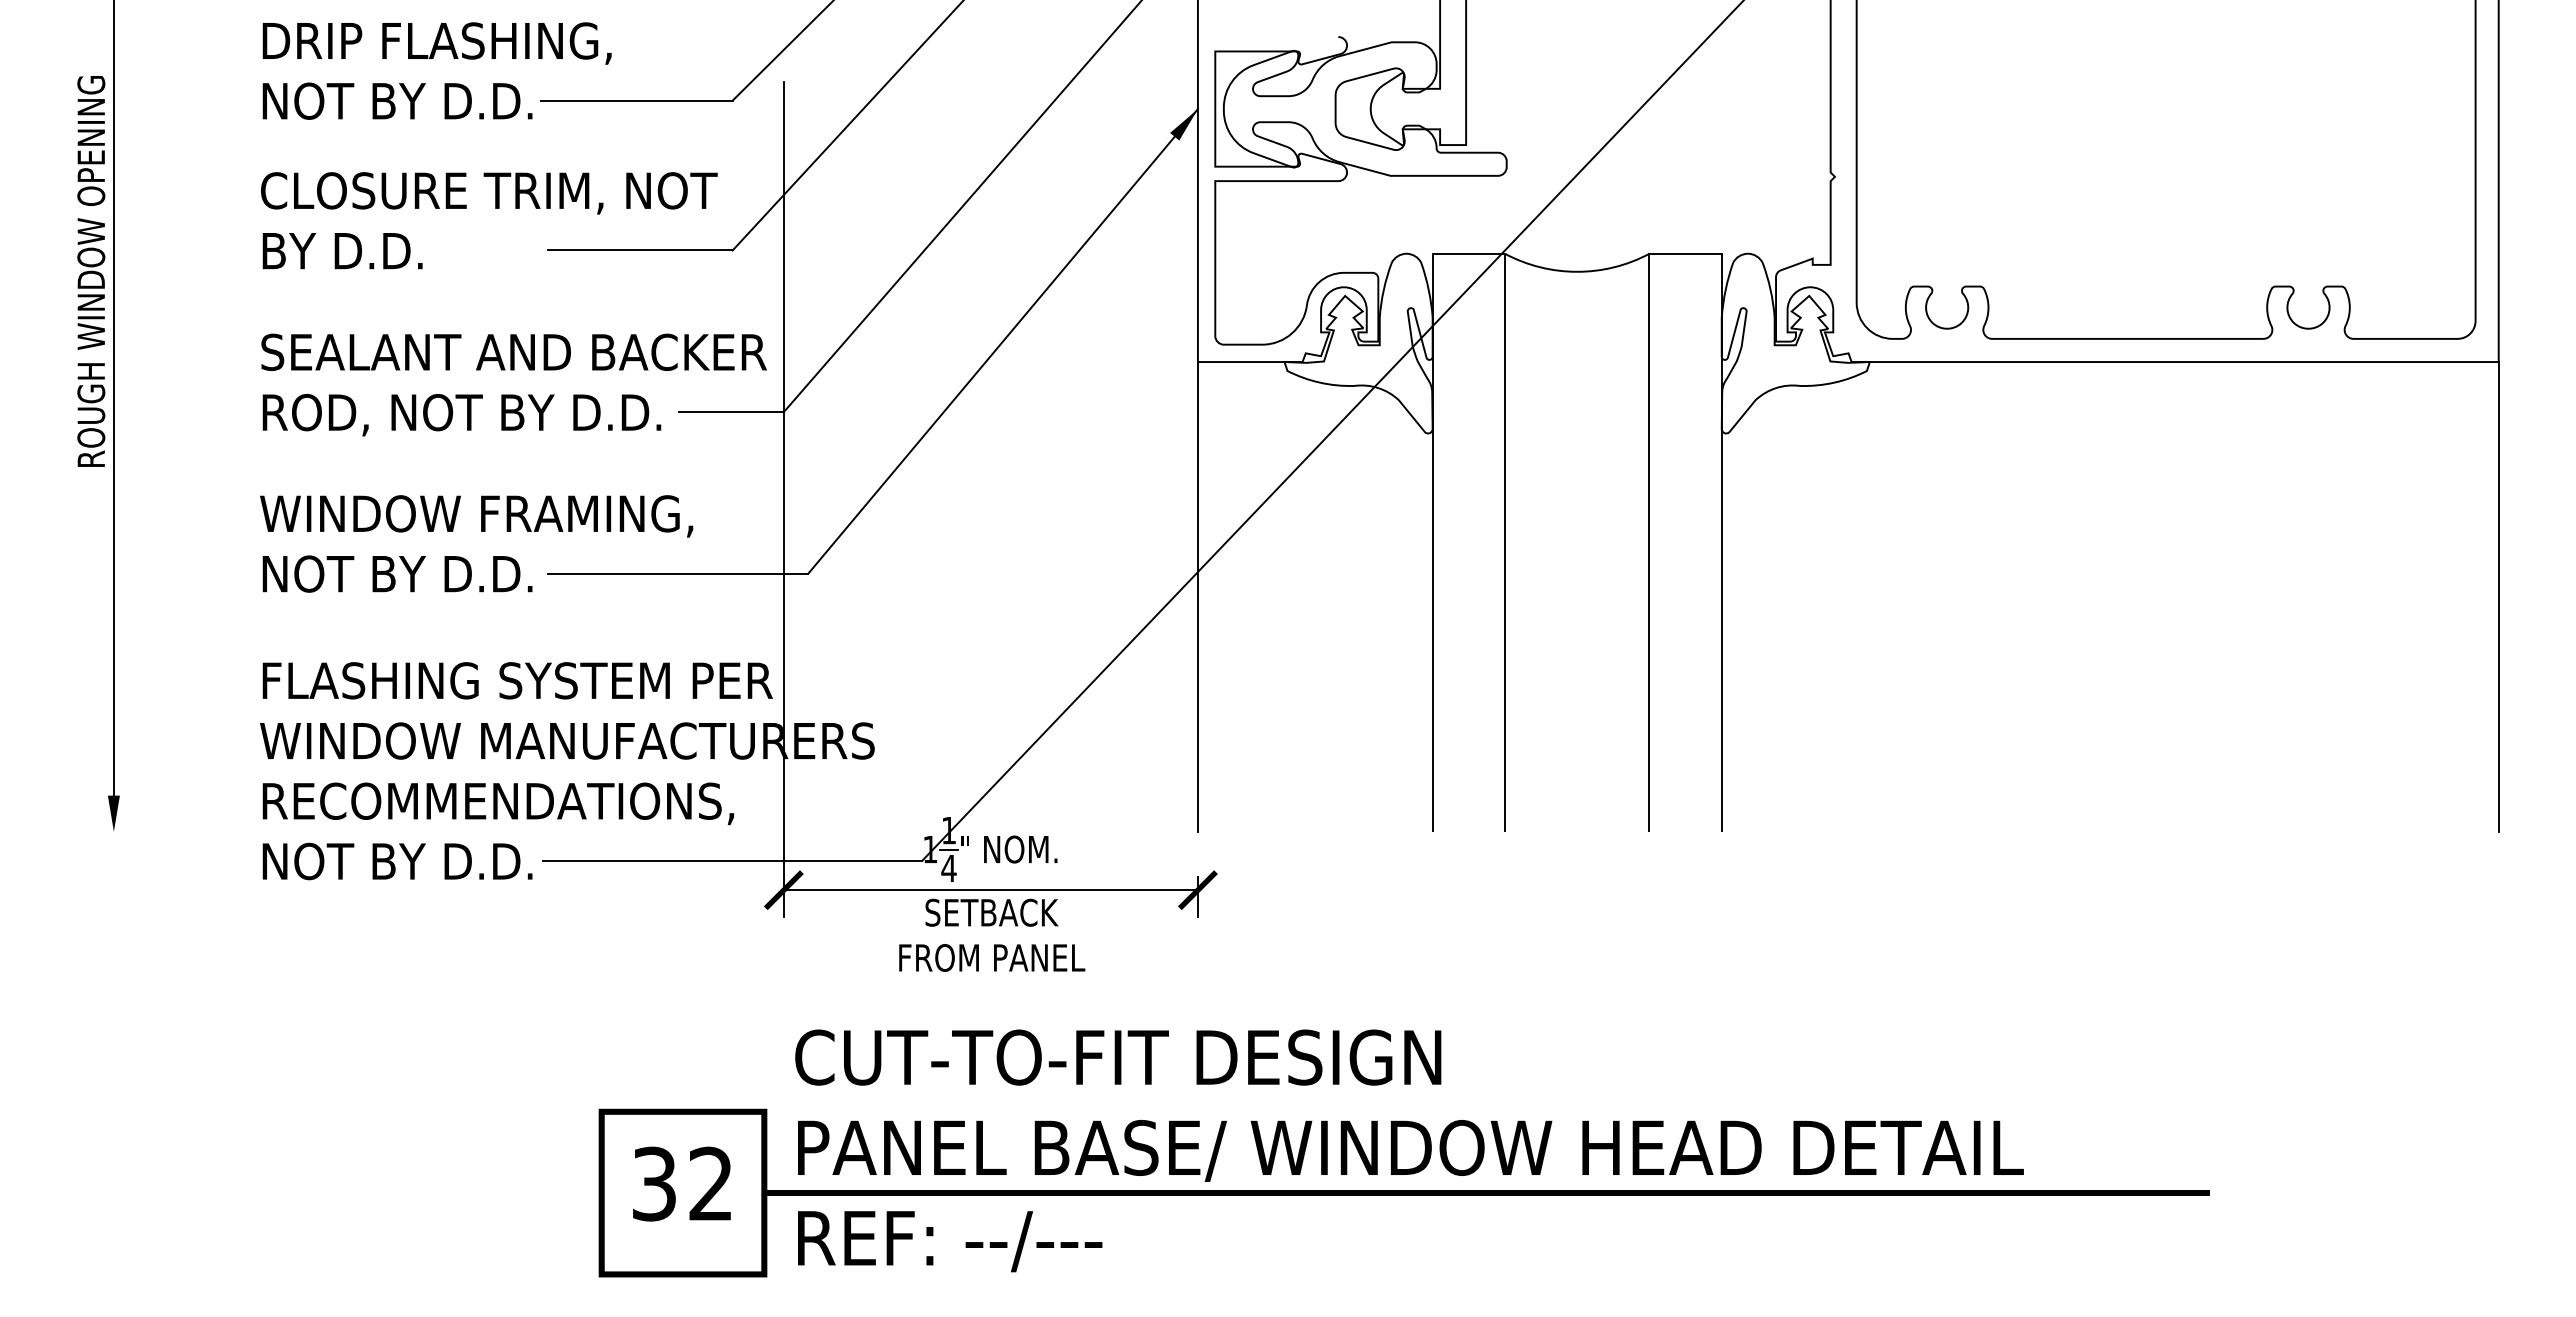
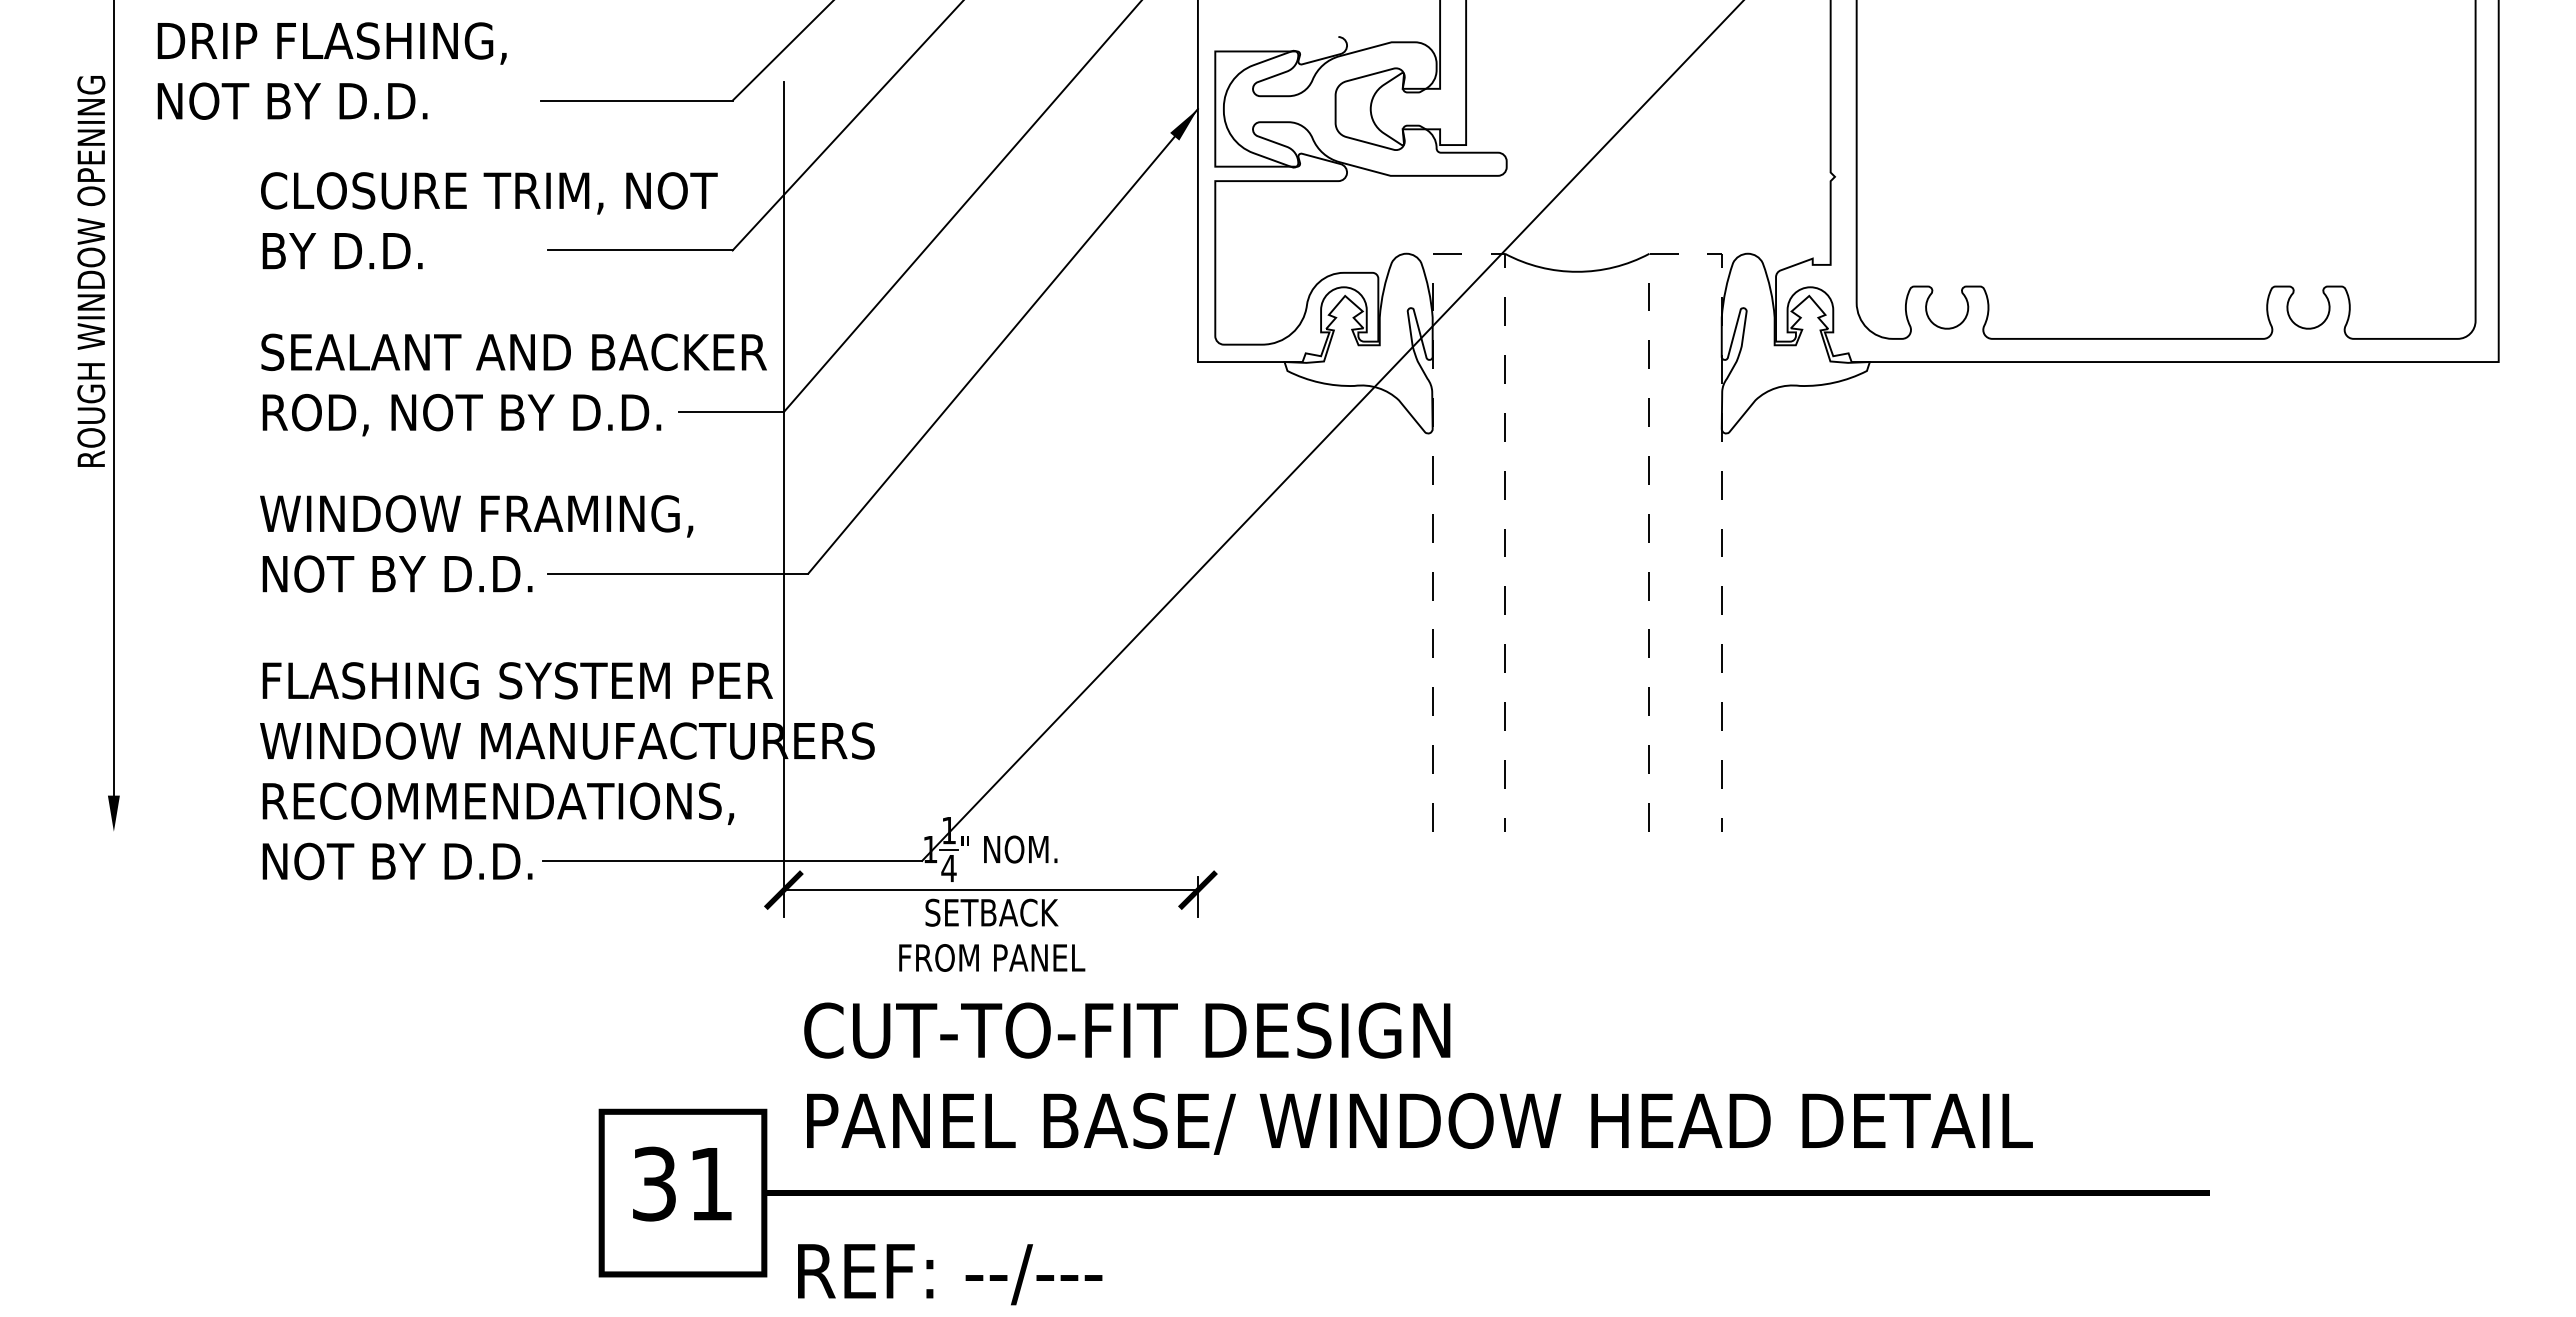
text at (436, 70) position: (436, 70) -> (331, 70)
line at (1469, 253): solid -> dashed
line at (1686, 253): solid -> dashed
line at (1197, 596): present -> none
line at (2498, 596): present -> none
text at (1409, 1105) position: (1409, 1105) -> (1418, 1078)
text at (710, 1183): 32 -> 31
text at (950, 1241) position: (950, 1241) -> (950, 1274)
